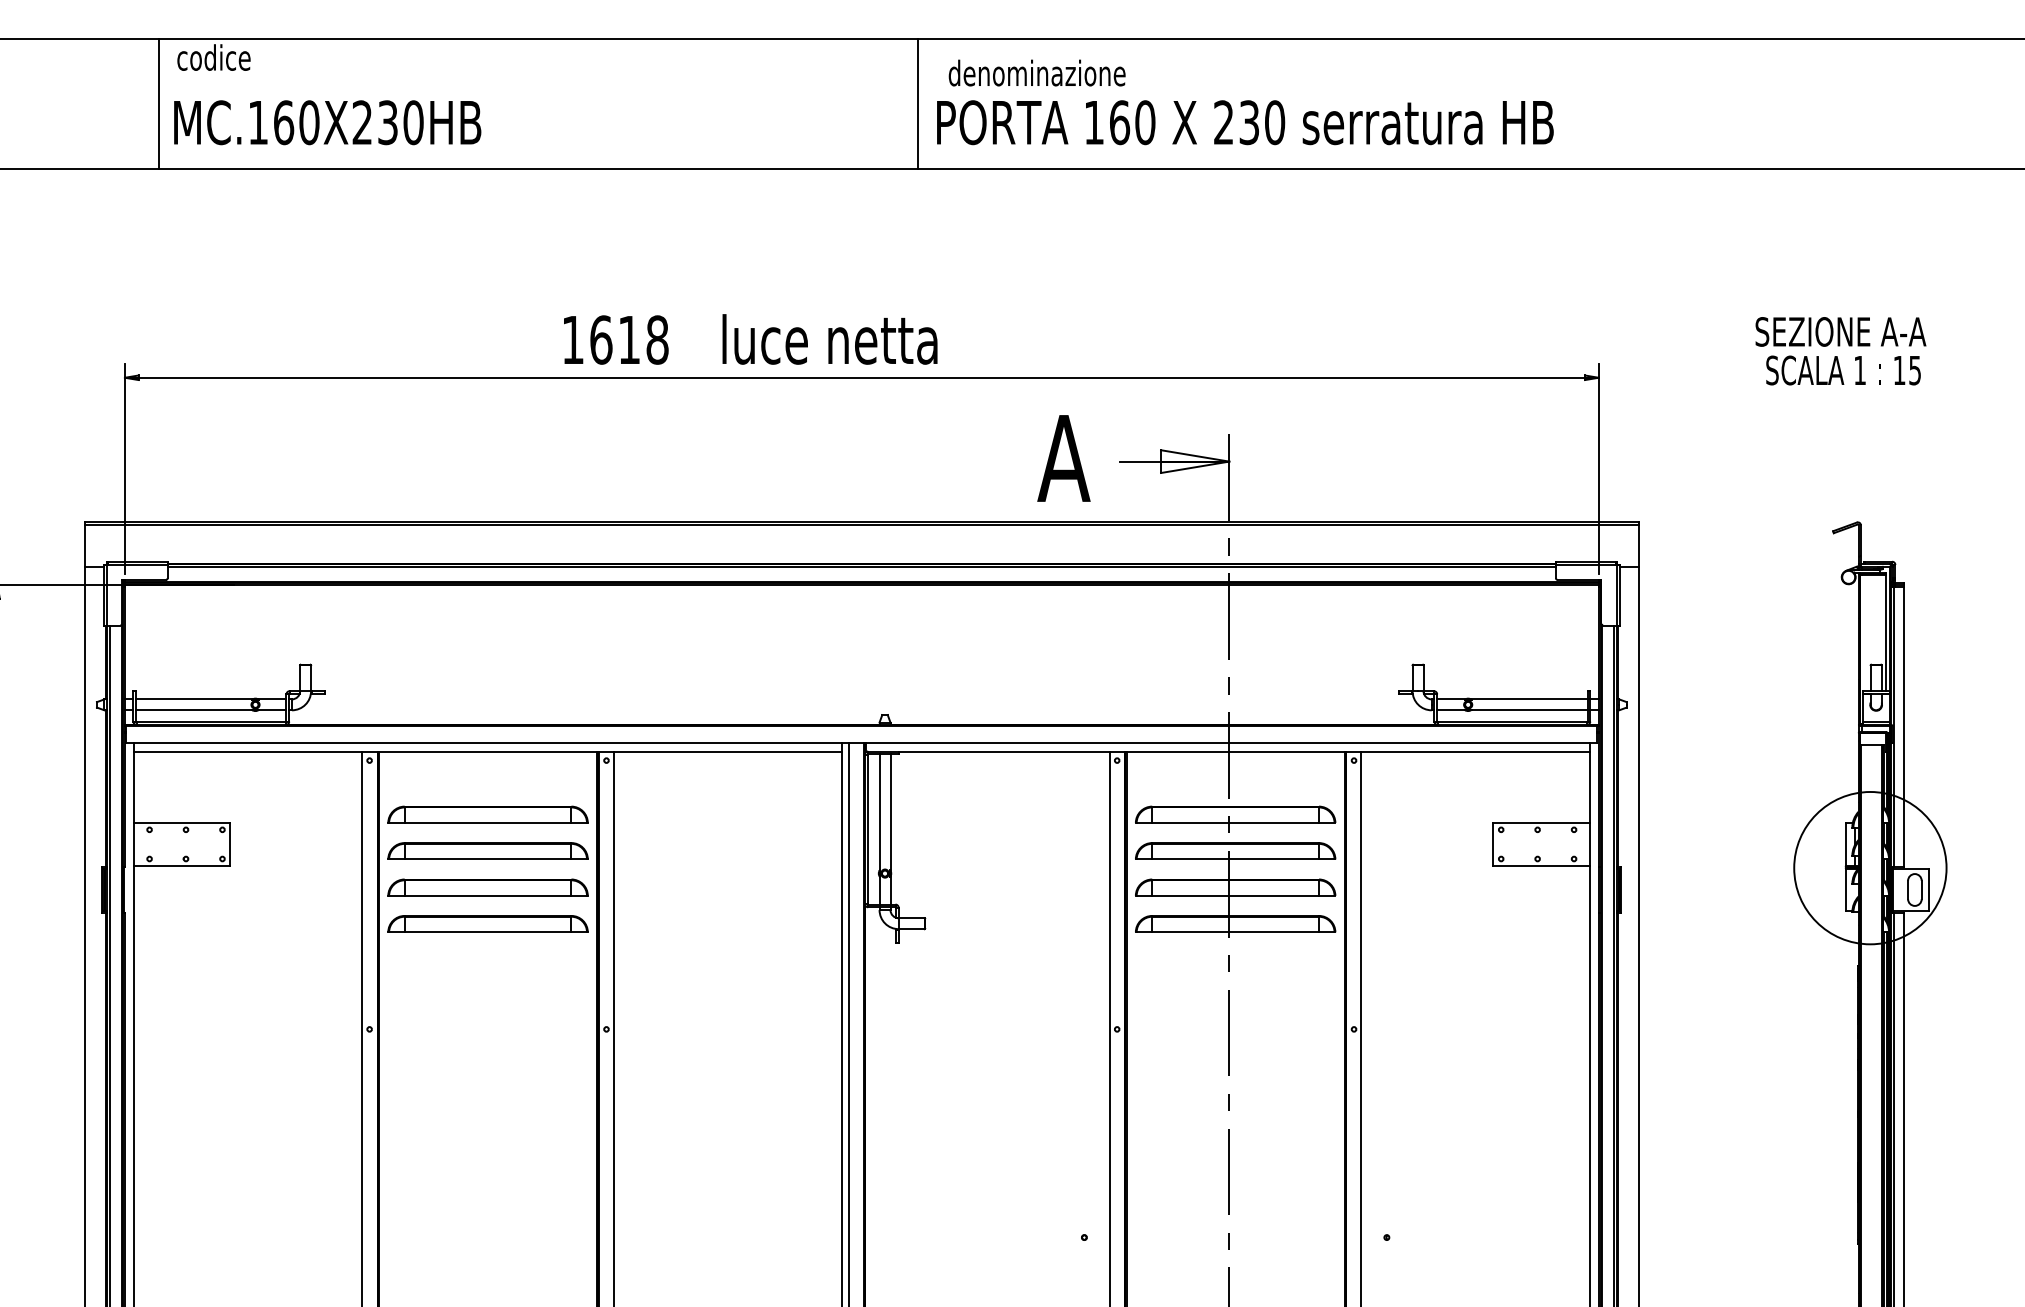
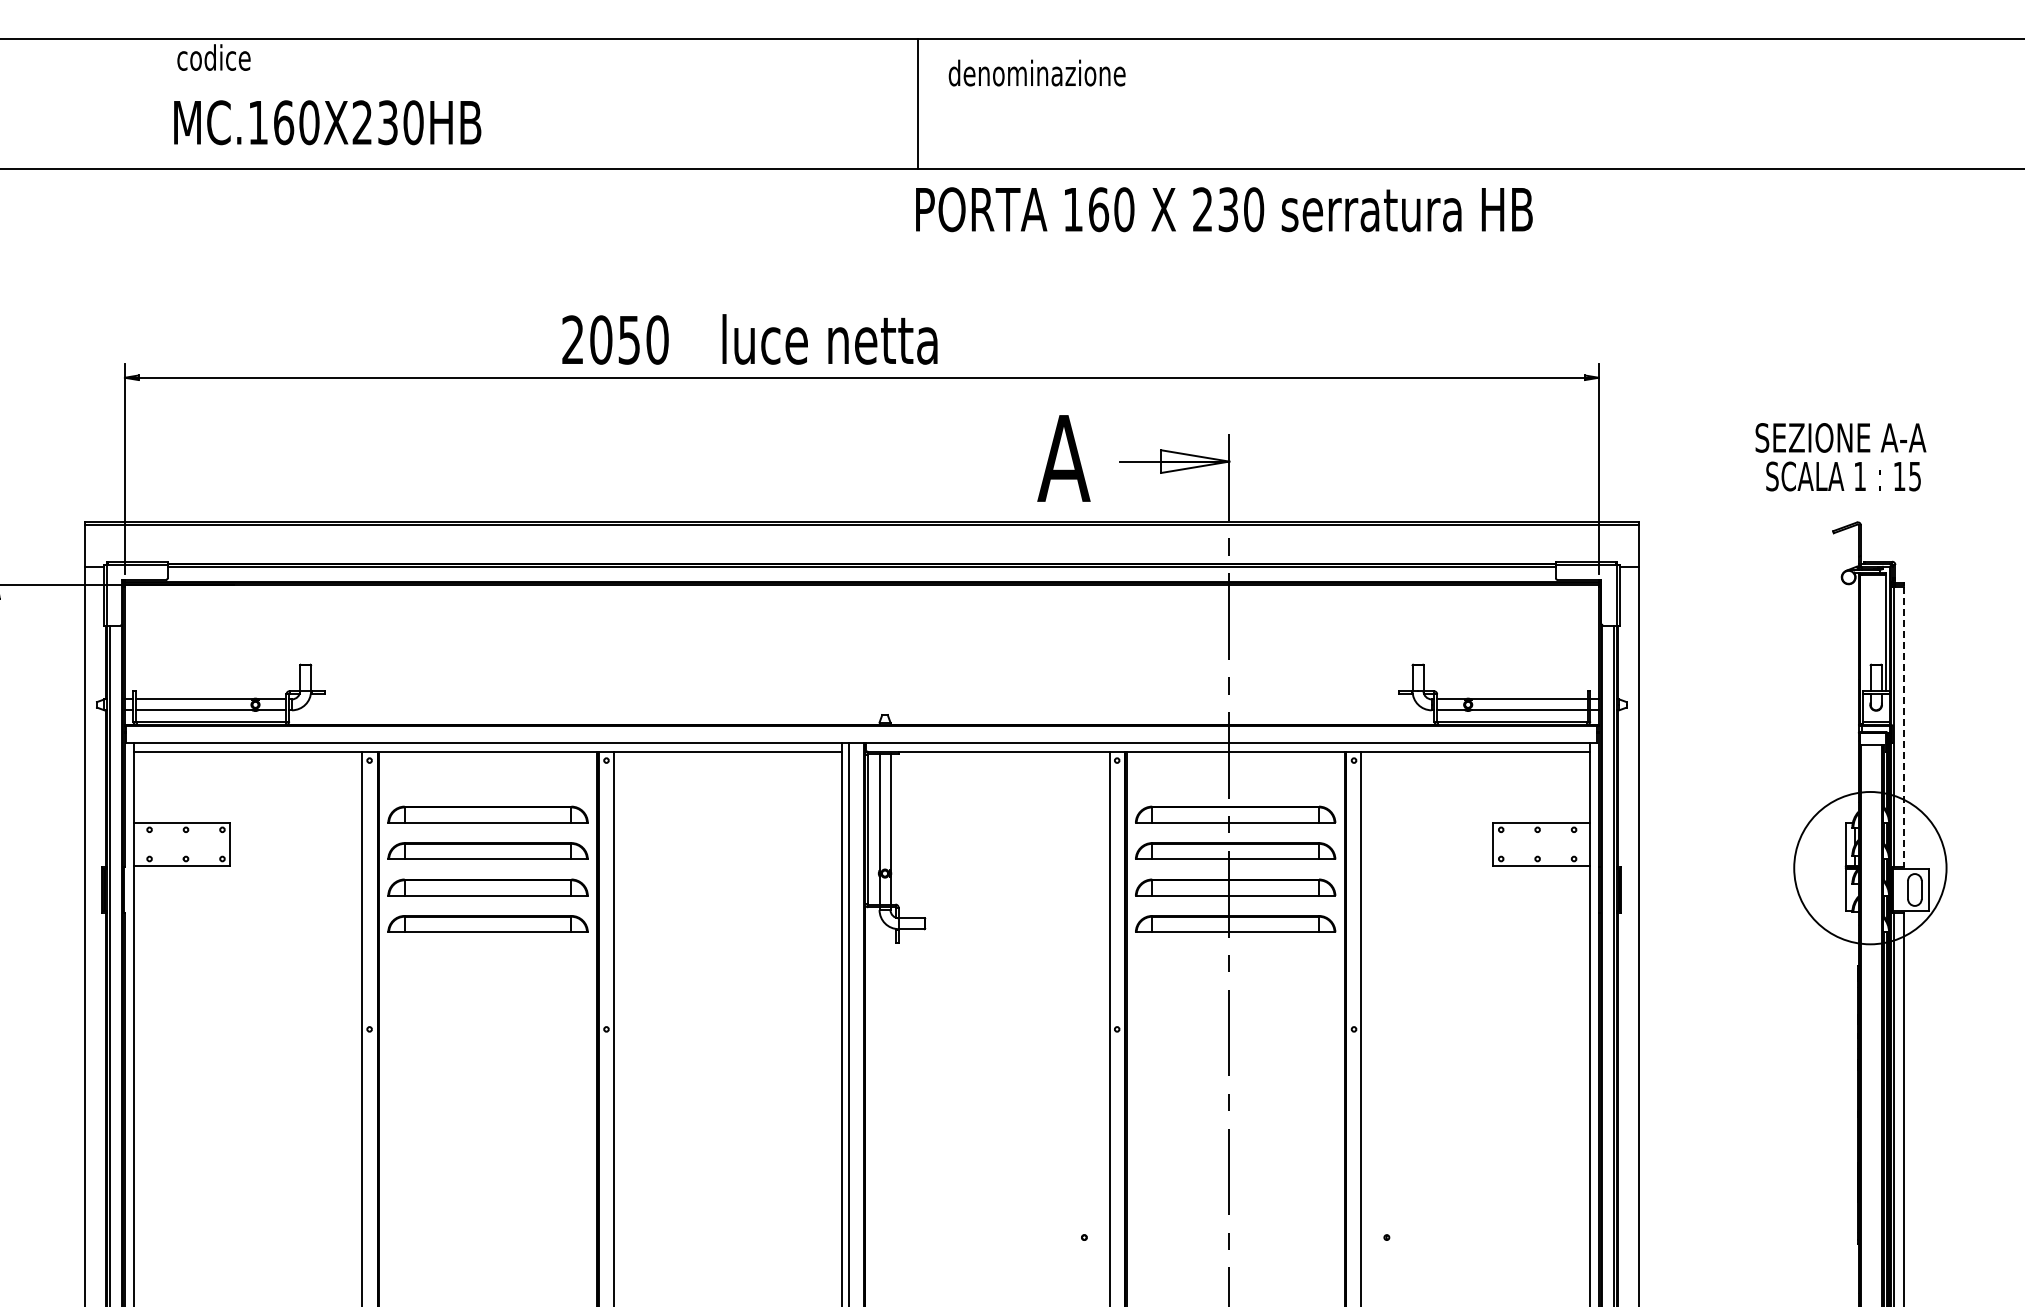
line at (158, 103): present -> none
text at (1245, 122) position: (1245, 122) -> (1224, 209)
text at (615, 339): 1618 -> 2050
text at (1840, 351) position: (1840, 351) -> (1840, 457)
line at (1903, 727): solid -> dashed
